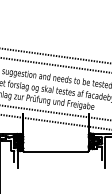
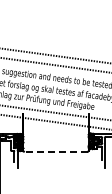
line at (55, 151): solid -> dashed
